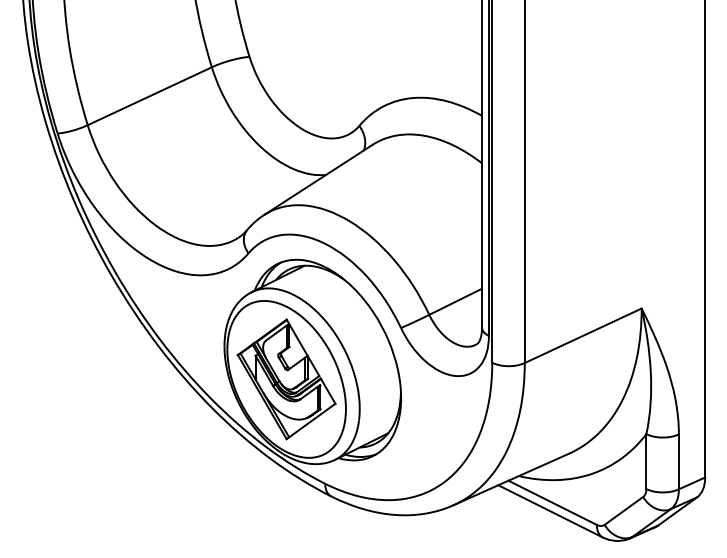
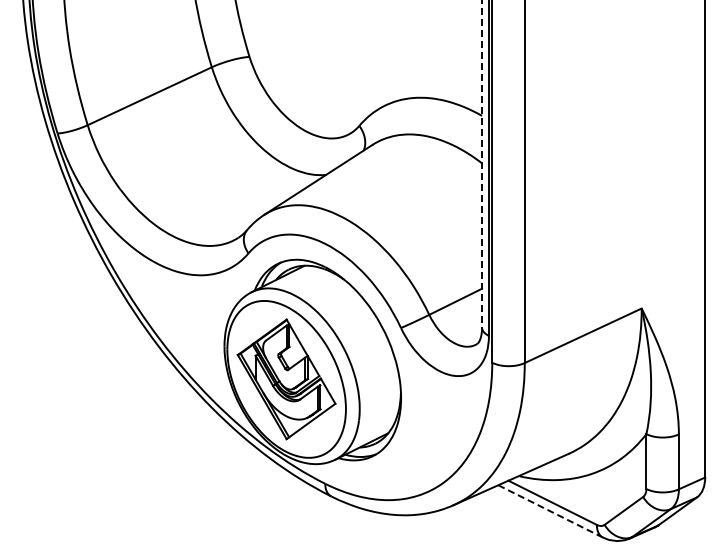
line at (482, 164): solid -> dashed
line at (550, 511): solid -> dashed
